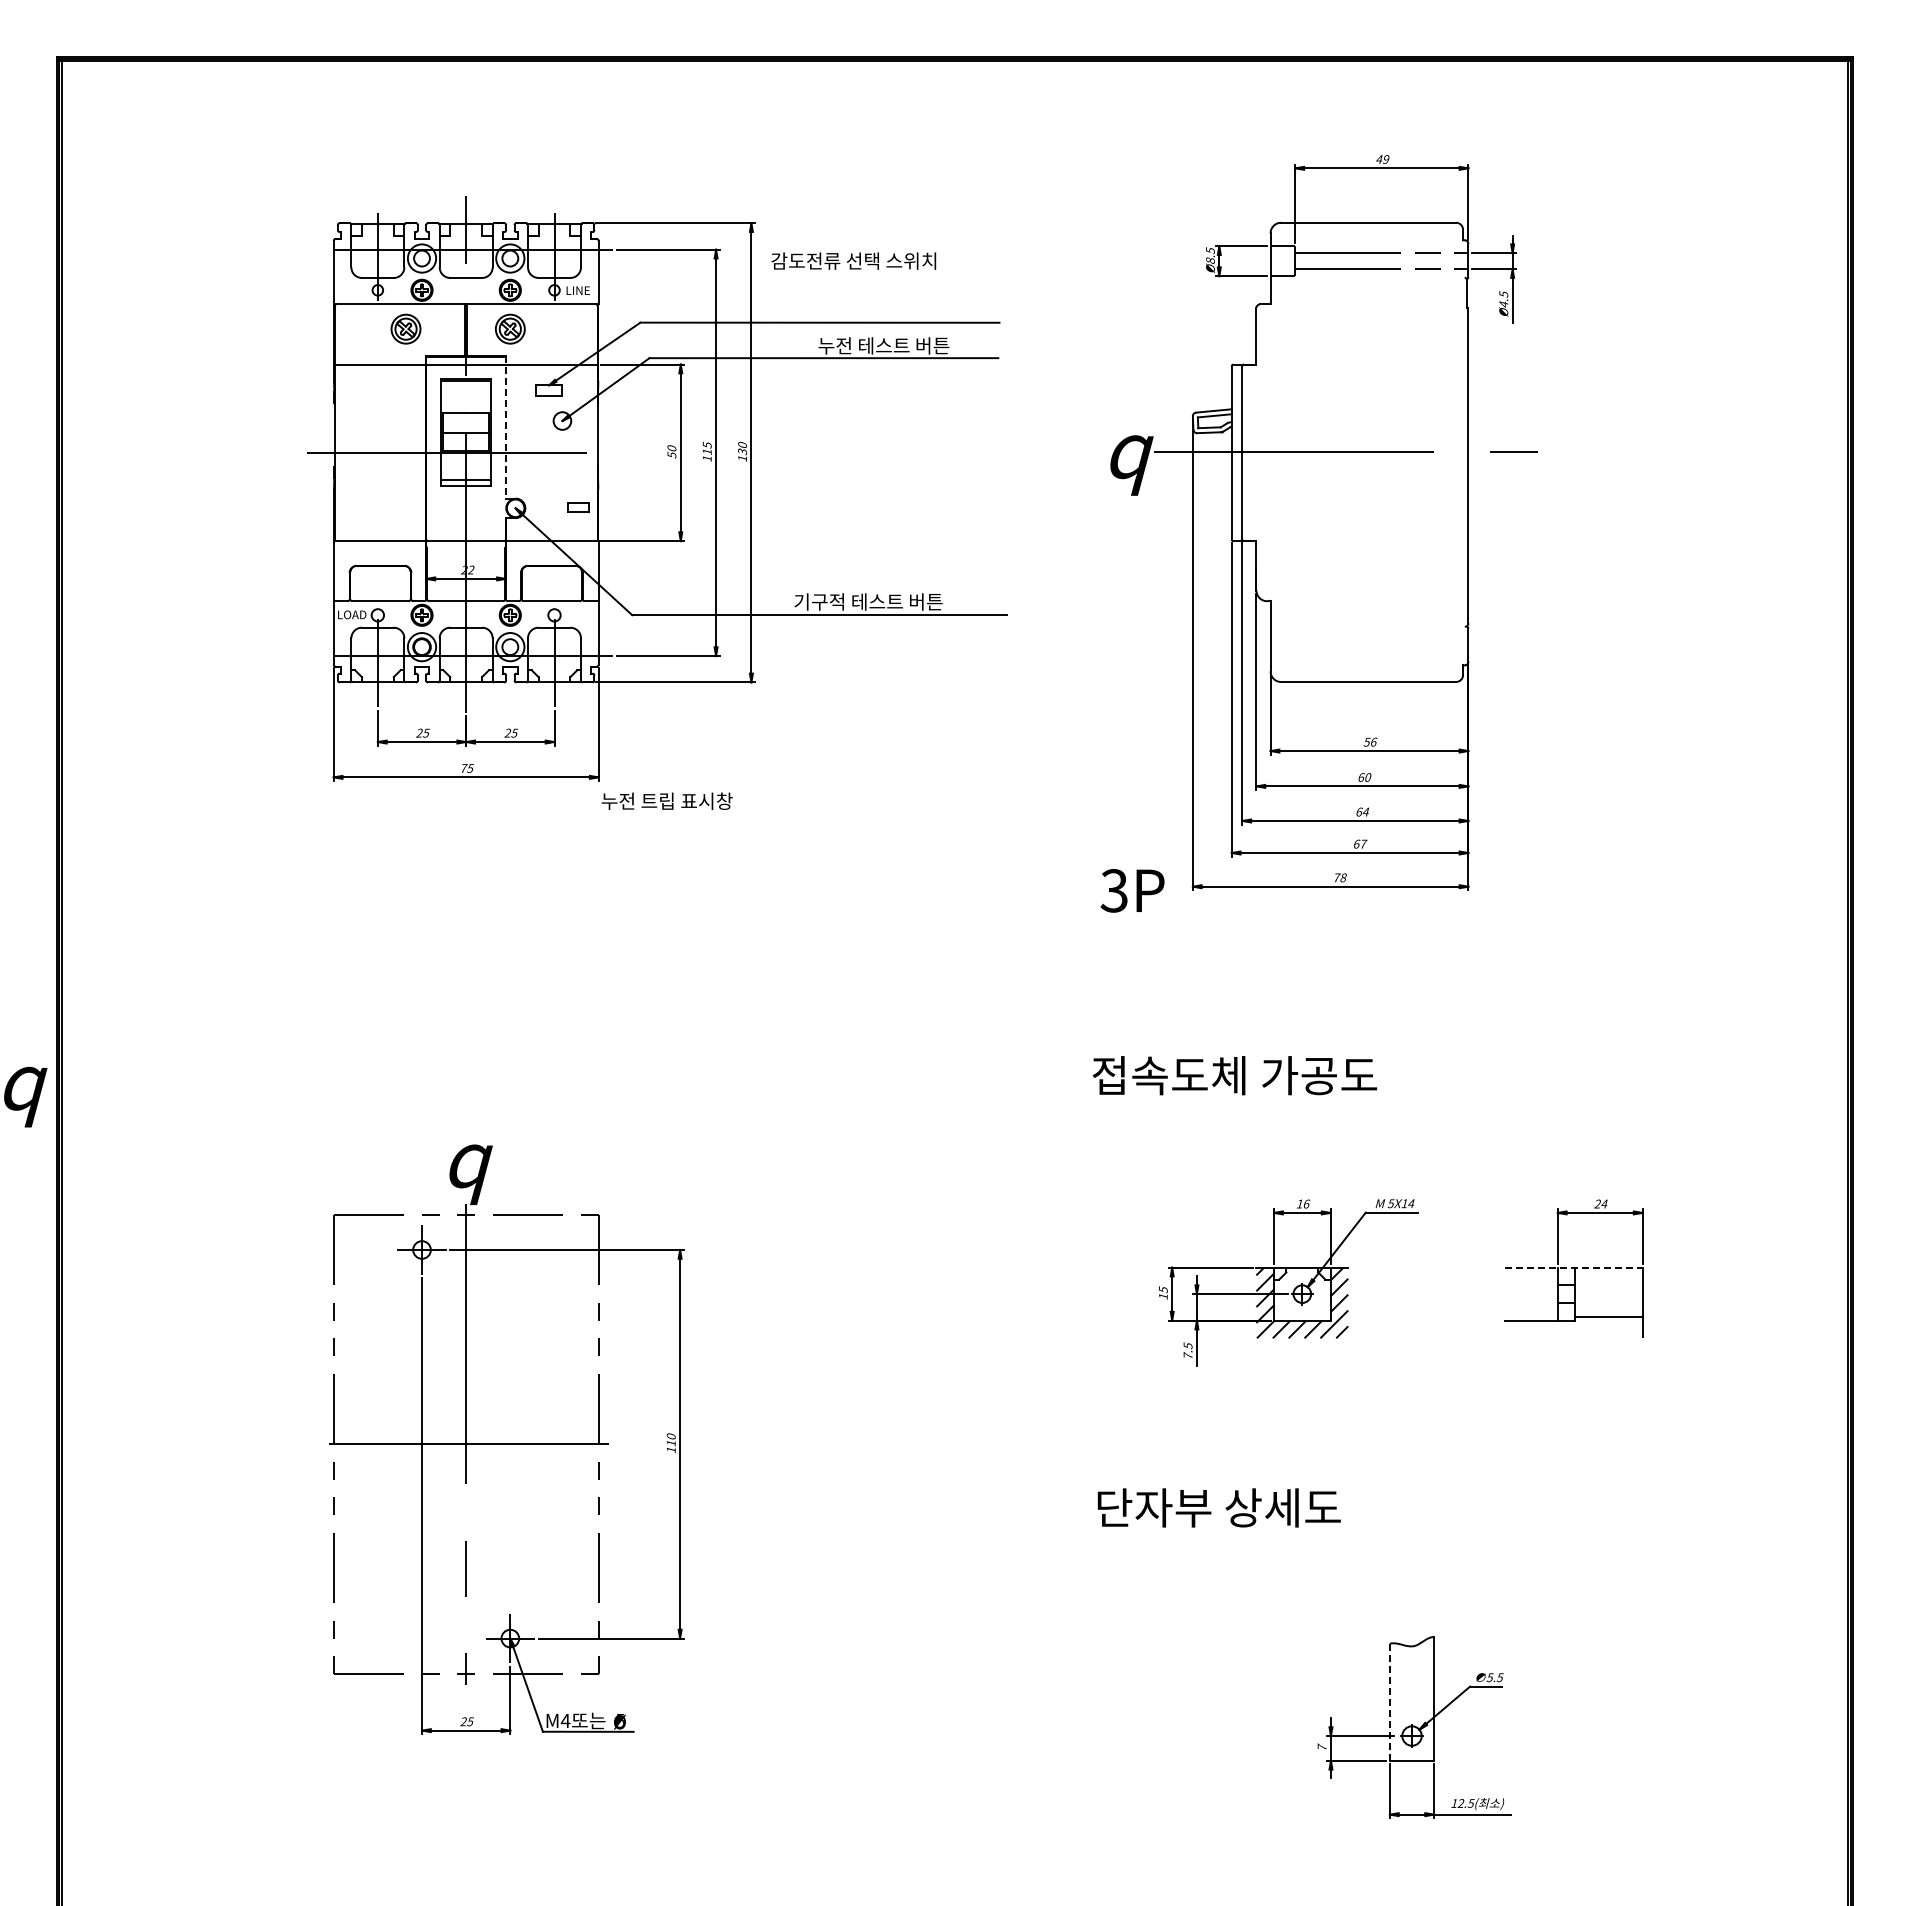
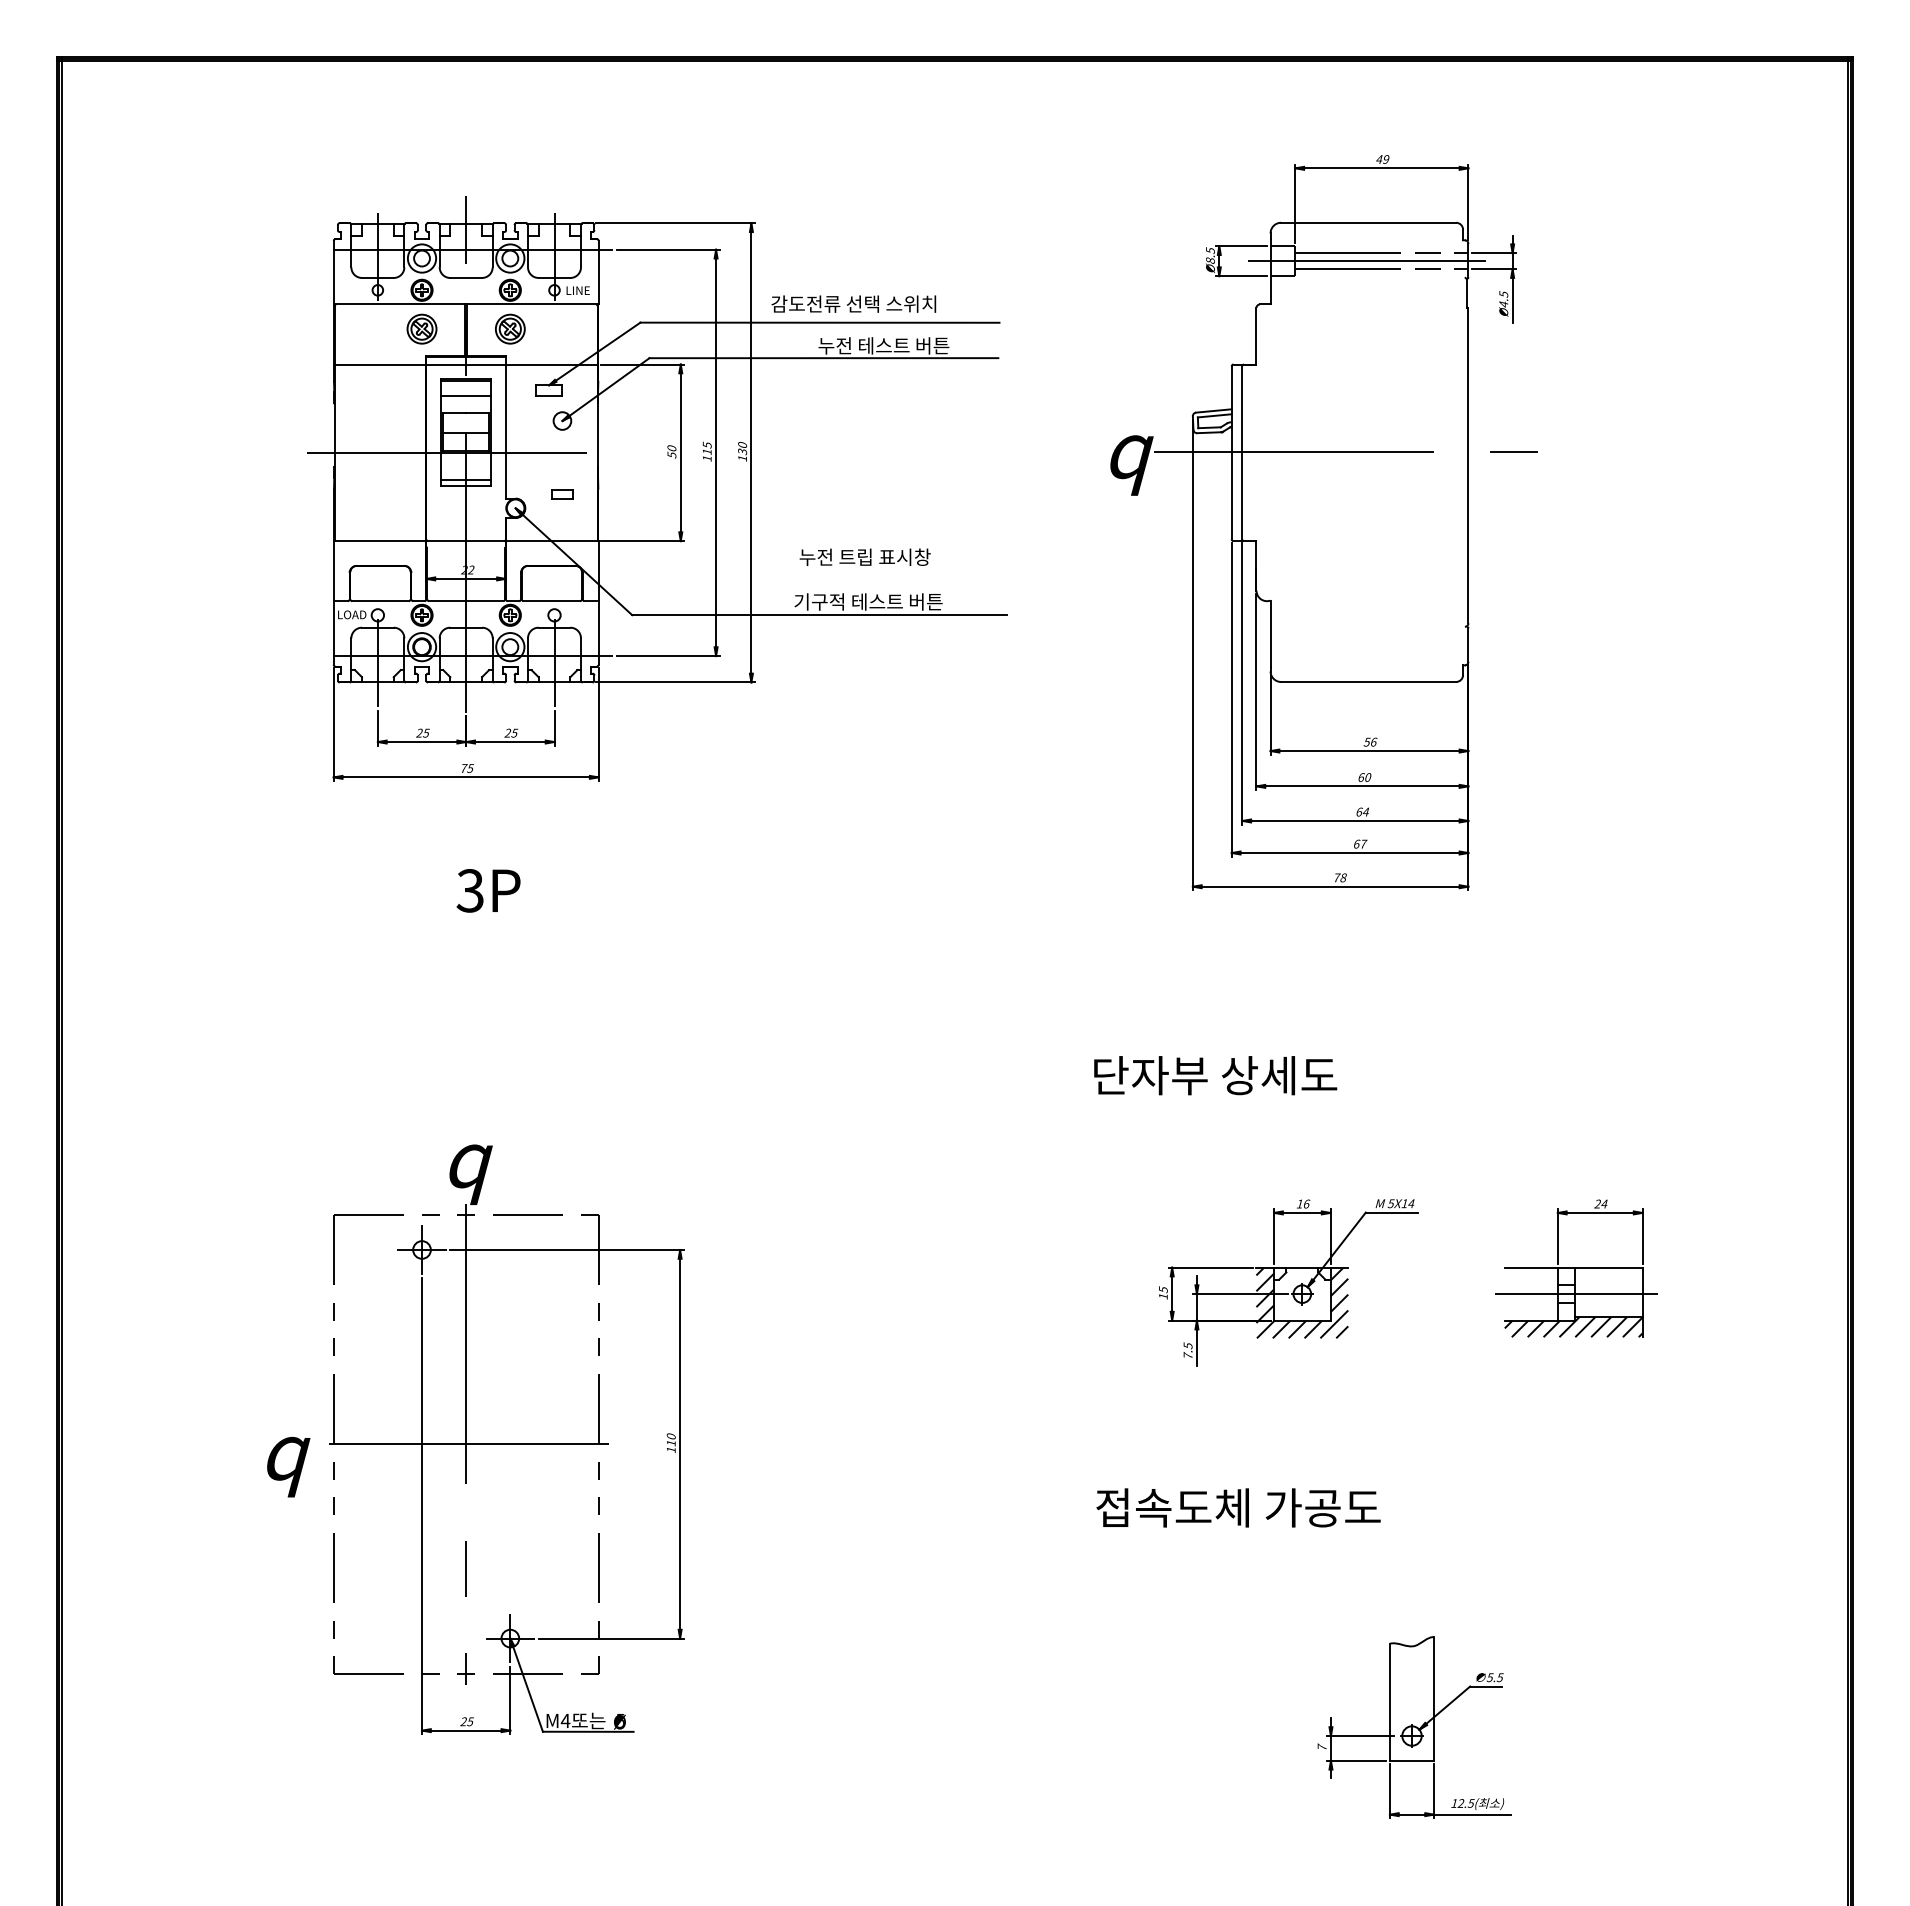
text at (853, 260) position: (853, 260) -> (853, 303)
line at (1366, 261): none -> present
part at (405, 328) position: (405, 328) -> (421, 328)
line at (465, 395): none -> present
line at (505, 427): dashed -> solid
part at (578, 507) position: (578, 507) -> (562, 494)
text at (666, 800) position: (666, 800) -> (864, 556)
text at (1132, 890) position: (1132, 890) -> (488, 890)
text at (1234, 1075): 접속도체 가공도 -> 단자부 상세도
text at (25, 1096) position: (25, 1096) -> (288, 1466)
line at (1573, 1267): dashed -> solid
line at (1575, 1294): none -> present
hatch at (1573, 1327): none -> present
text at (1238, 1507): 단자부 상세도 -> 접속도체 가공도
line at (1389, 1701): dashed -> solid
